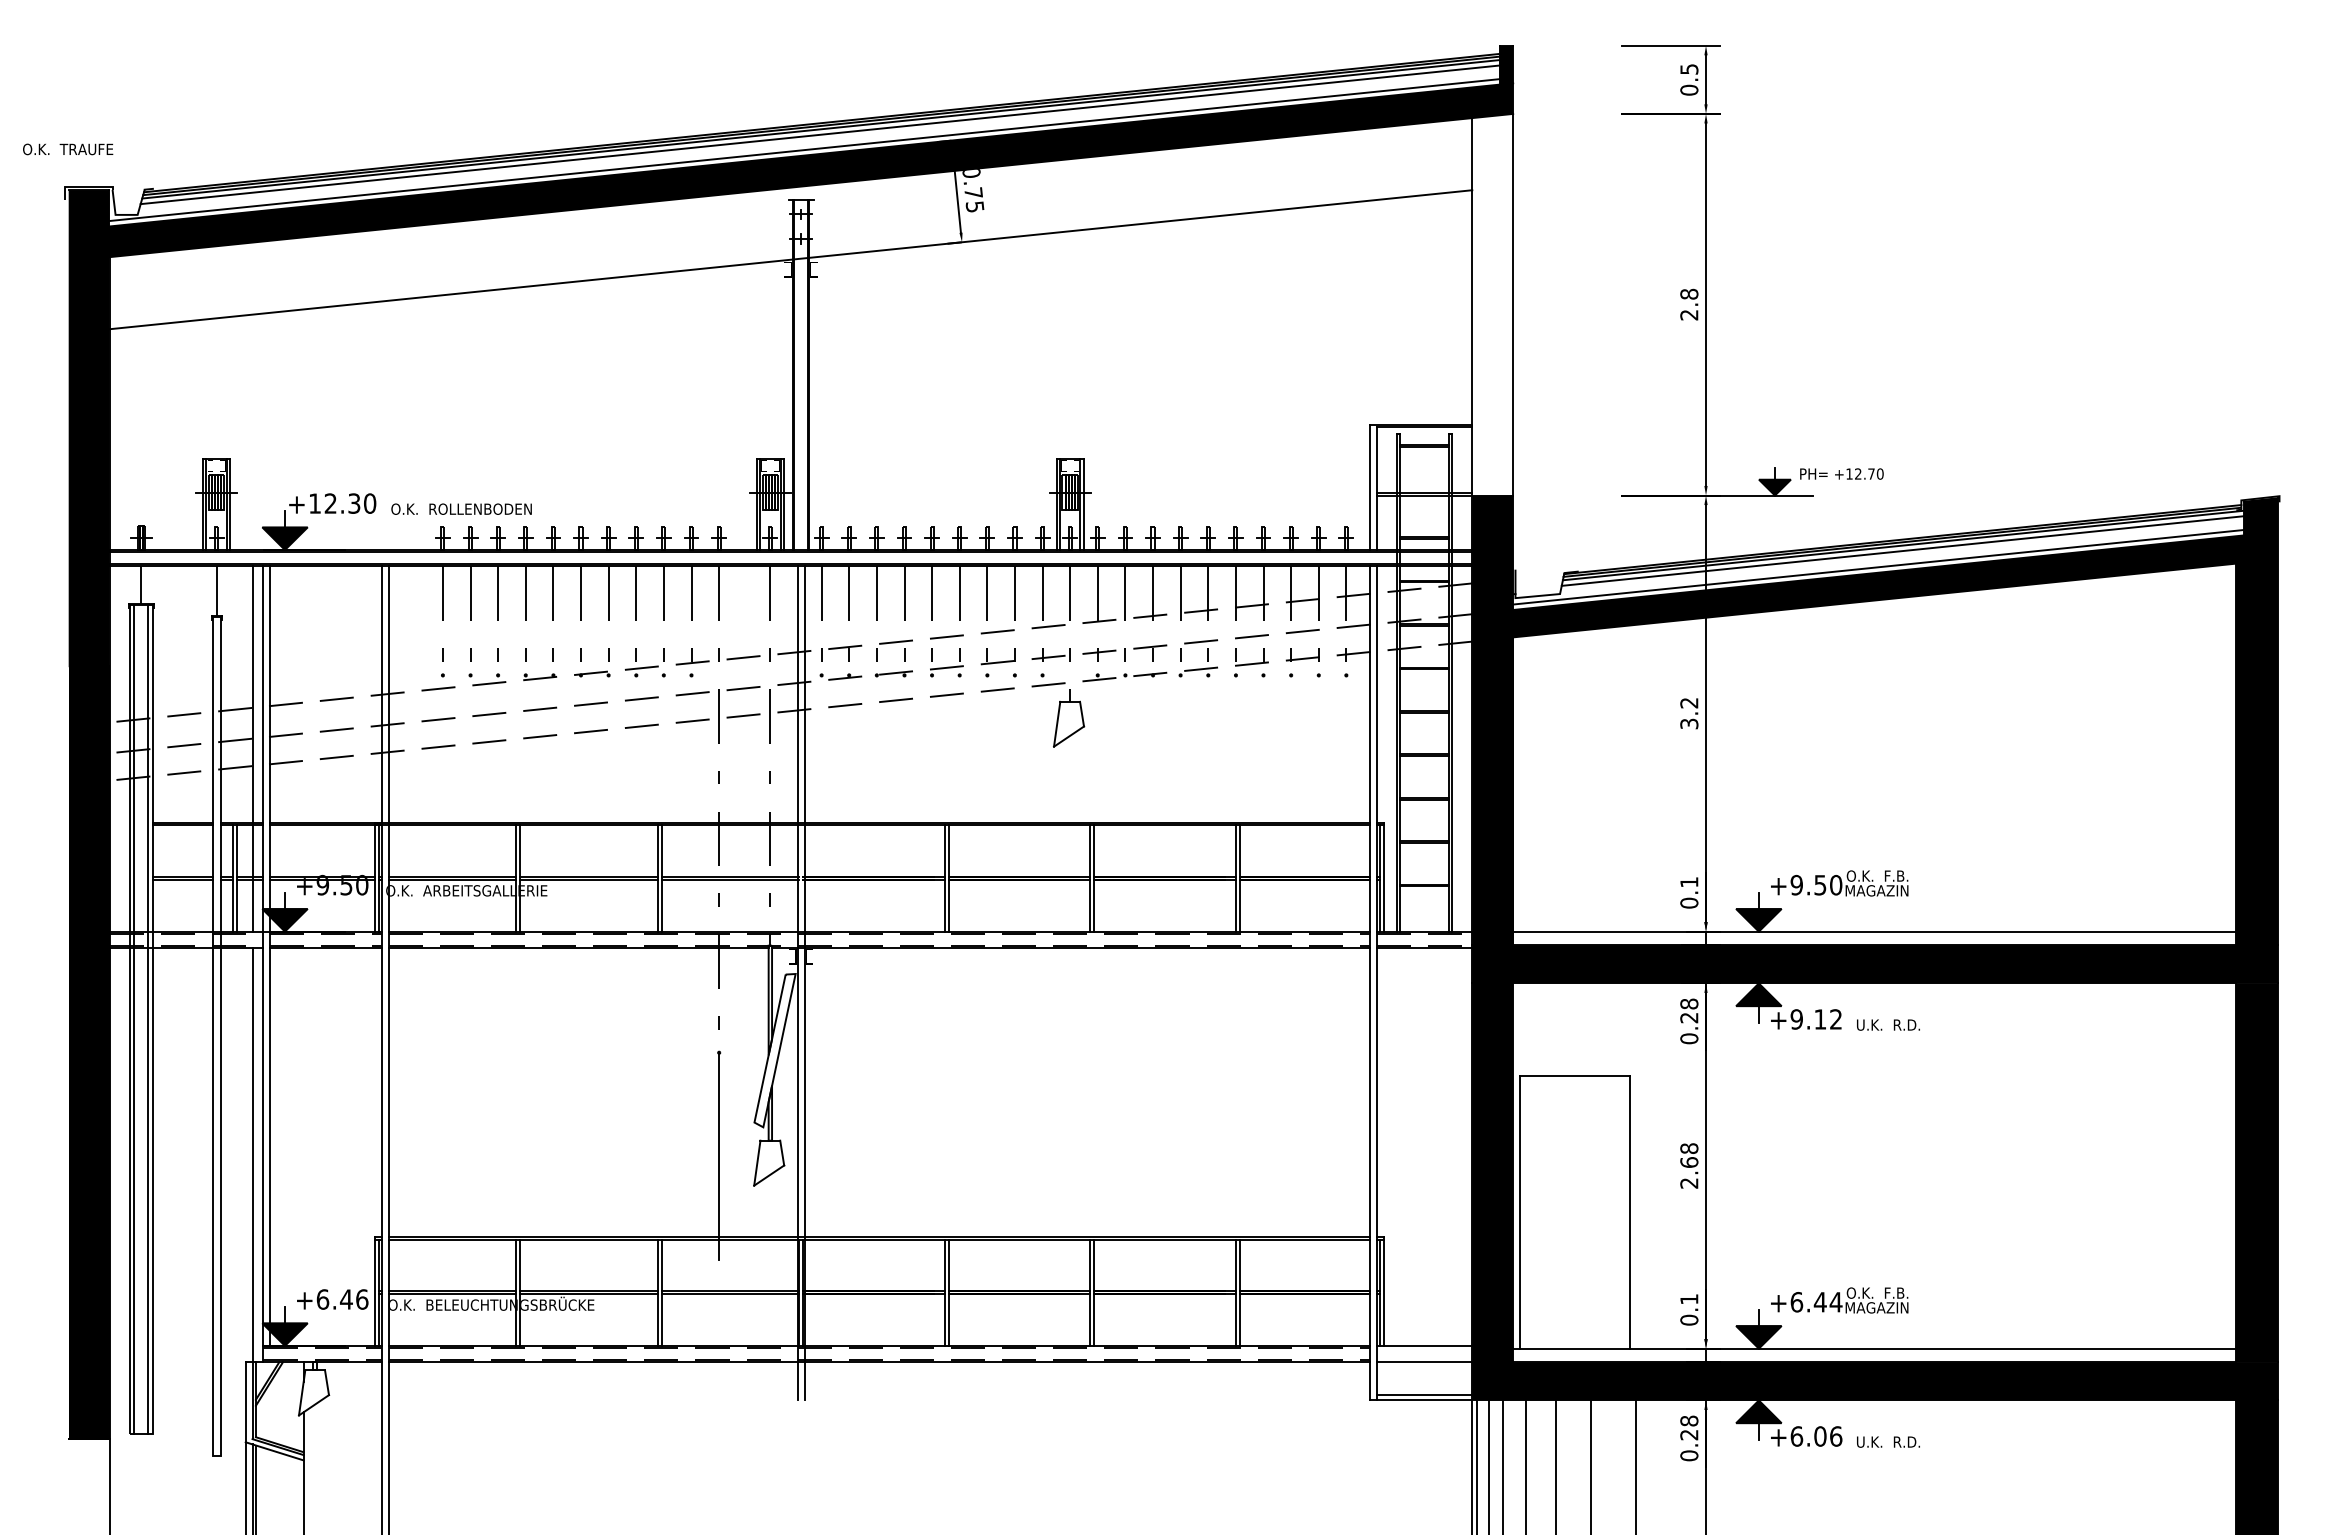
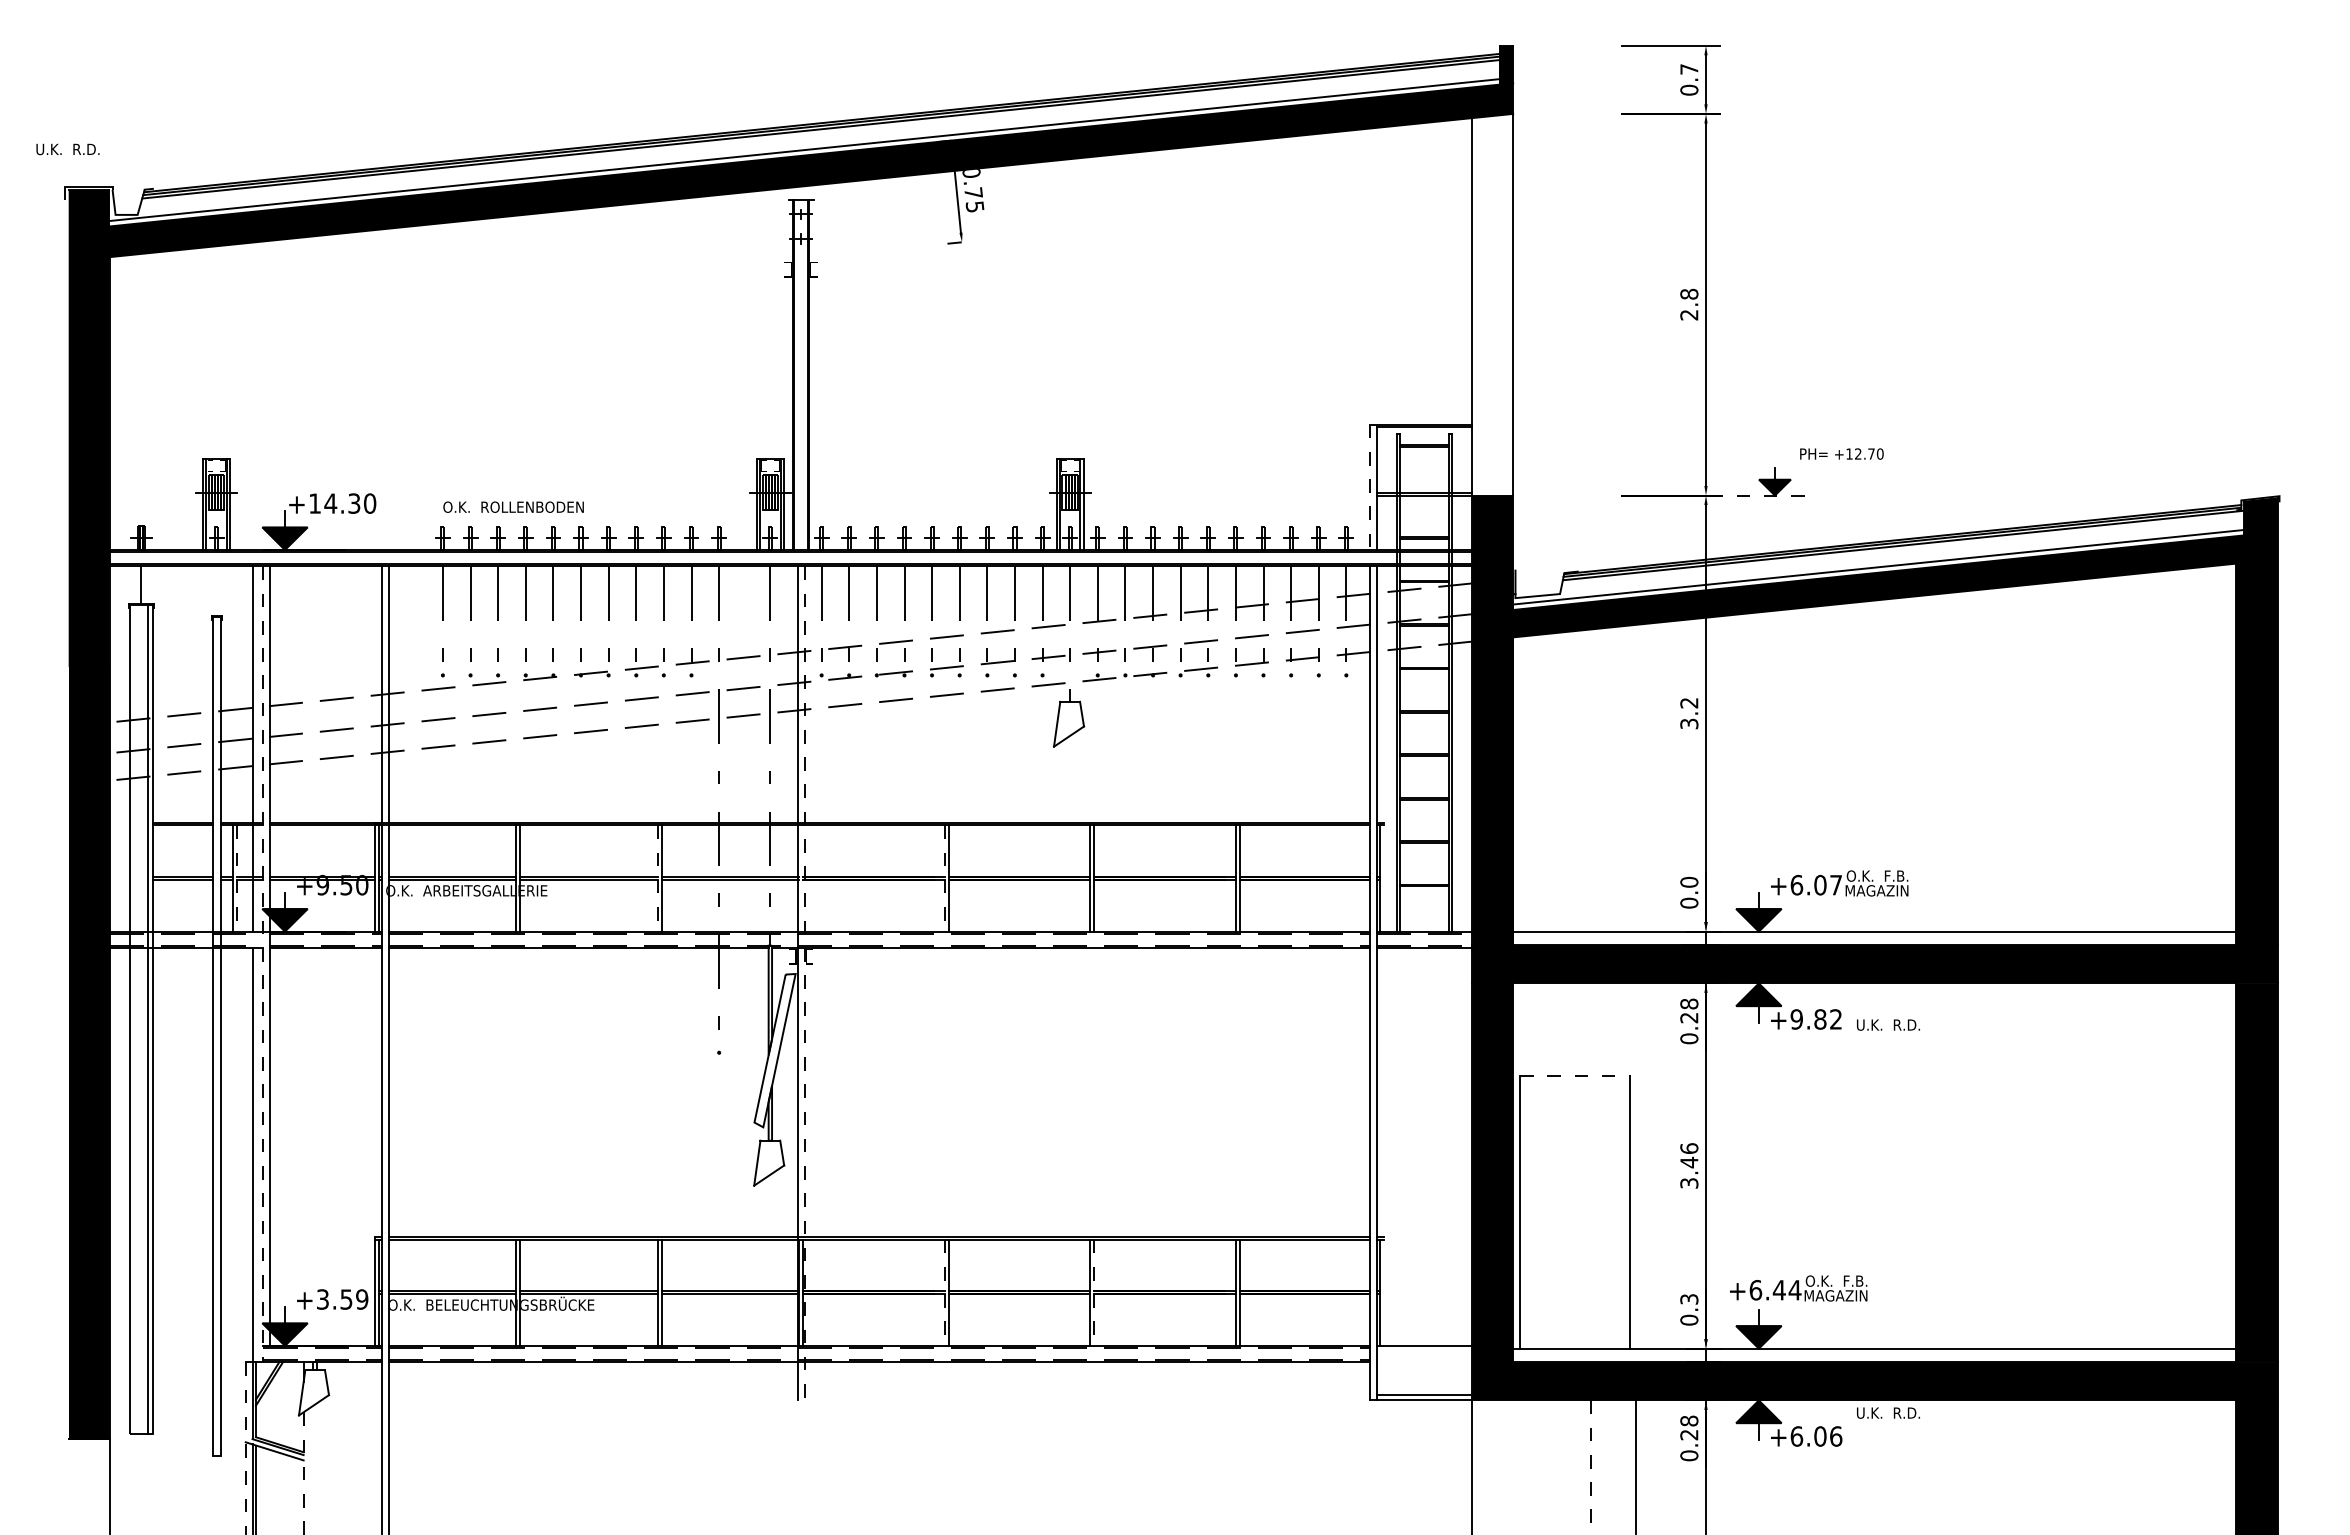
text at (1689, 69): 0.5 -> 0.7
line at (819, 134): present -> none
text at (68, 149): O.K.  TRAUFE -> U.K.  R.D.
line at (790, 259): present -> none
text at (1841, 473) position: (1841, 473) -> (1841, 453)
line at (1370, 487): solid -> dashed
line at (1761, 495): solid -> dashed
text at (330, 503): +12.30 -> +14.30
text at (461, 508) position: (461, 508) -> (513, 506)
line at (1902, 550): present -> none
line at (216, 590): present -> none
line at (1383, 876): present -> none
line at (237, 878): solid -> dashed
line at (657, 878): solid -> dashed
line at (944, 878): solid -> dashed
text at (1689, 881): 0.1 -> 0.0
text at (1816, 884): +9.50 -> +6.07
line at (263, 964): solid -> dashed
line at (804, 983): solid -> dashed
line at (134, 1018): present -> none
text at (1820, 1019): +9.12 -> +9.82
line at (1575, 1076): solid -> dashed
line at (719, 1156): present -> none
text at (1689, 1165): 2.68 -> 3.46
line at (1383, 1290): present -> none
line at (944, 1293): solid -> dashed
line at (1094, 1293): solid -> dashed
text at (342, 1299): +6.46 -> +3.59
text at (1689, 1299): 0.1 -> 0.3
text at (1839, 1300) position: (1839, 1300) -> (1798, 1288)
line at (1424, 1362): present -> none
text at (1888, 1441) position: (1888, 1441) -> (1888, 1412)
line at (245, 1448): solid -> dashed
line at (1477, 1465): present -> none
line at (1488, 1465): present -> none
line at (1503, 1465): present -> none
line at (1525, 1465): present -> none
line at (1555, 1465): present -> none
line at (1591, 1467): solid -> dashed
line at (303, 1473): solid -> dashed
